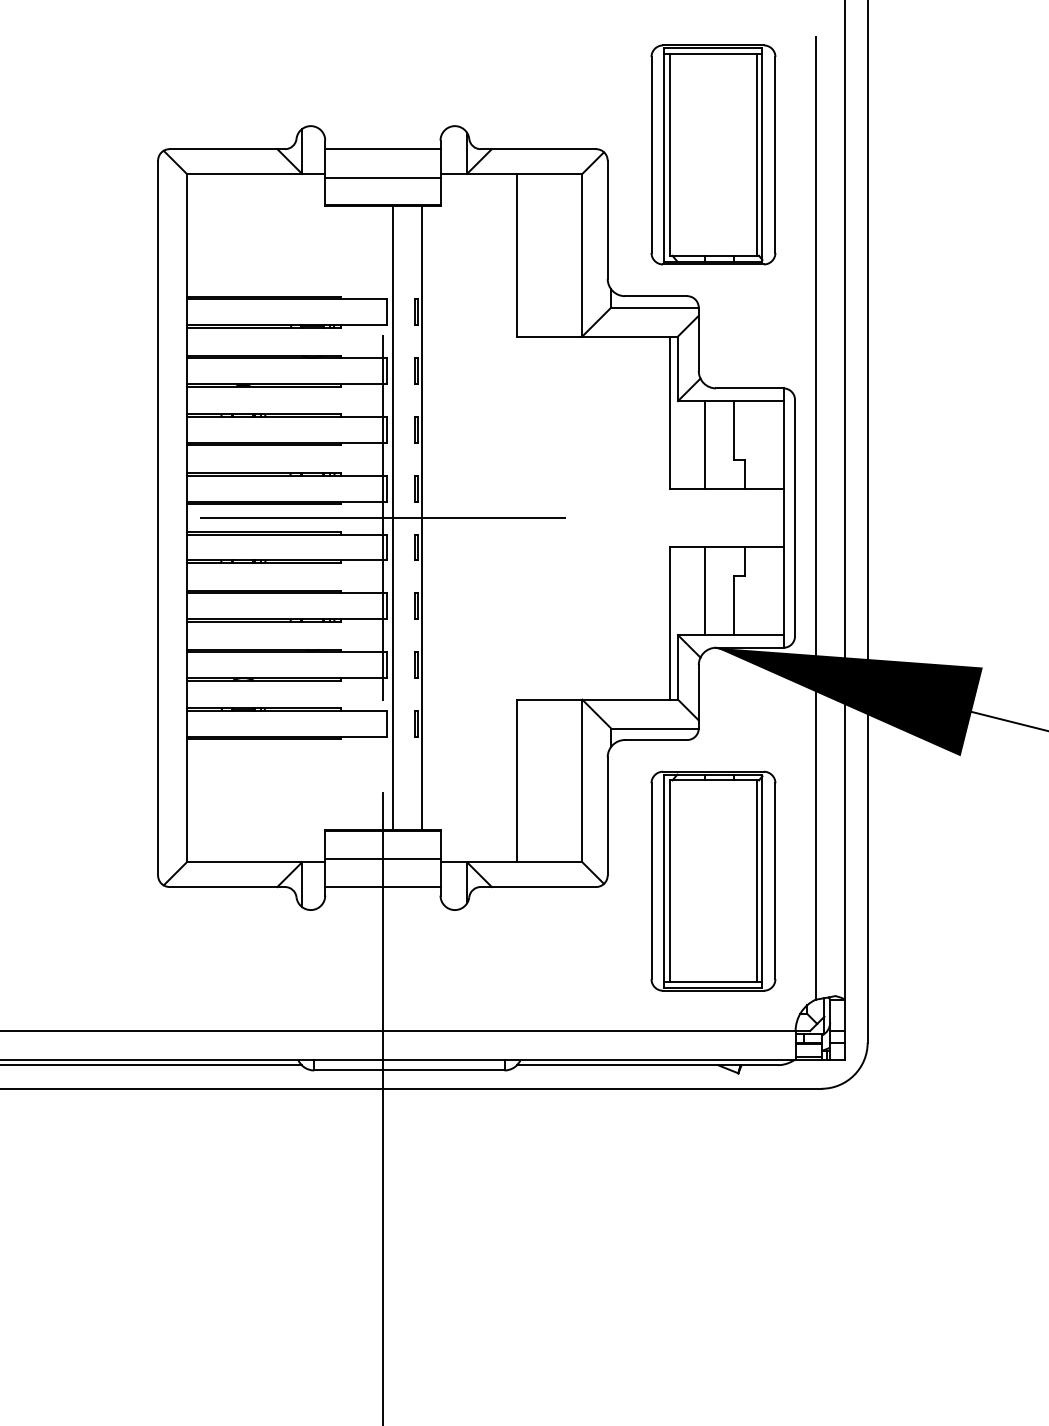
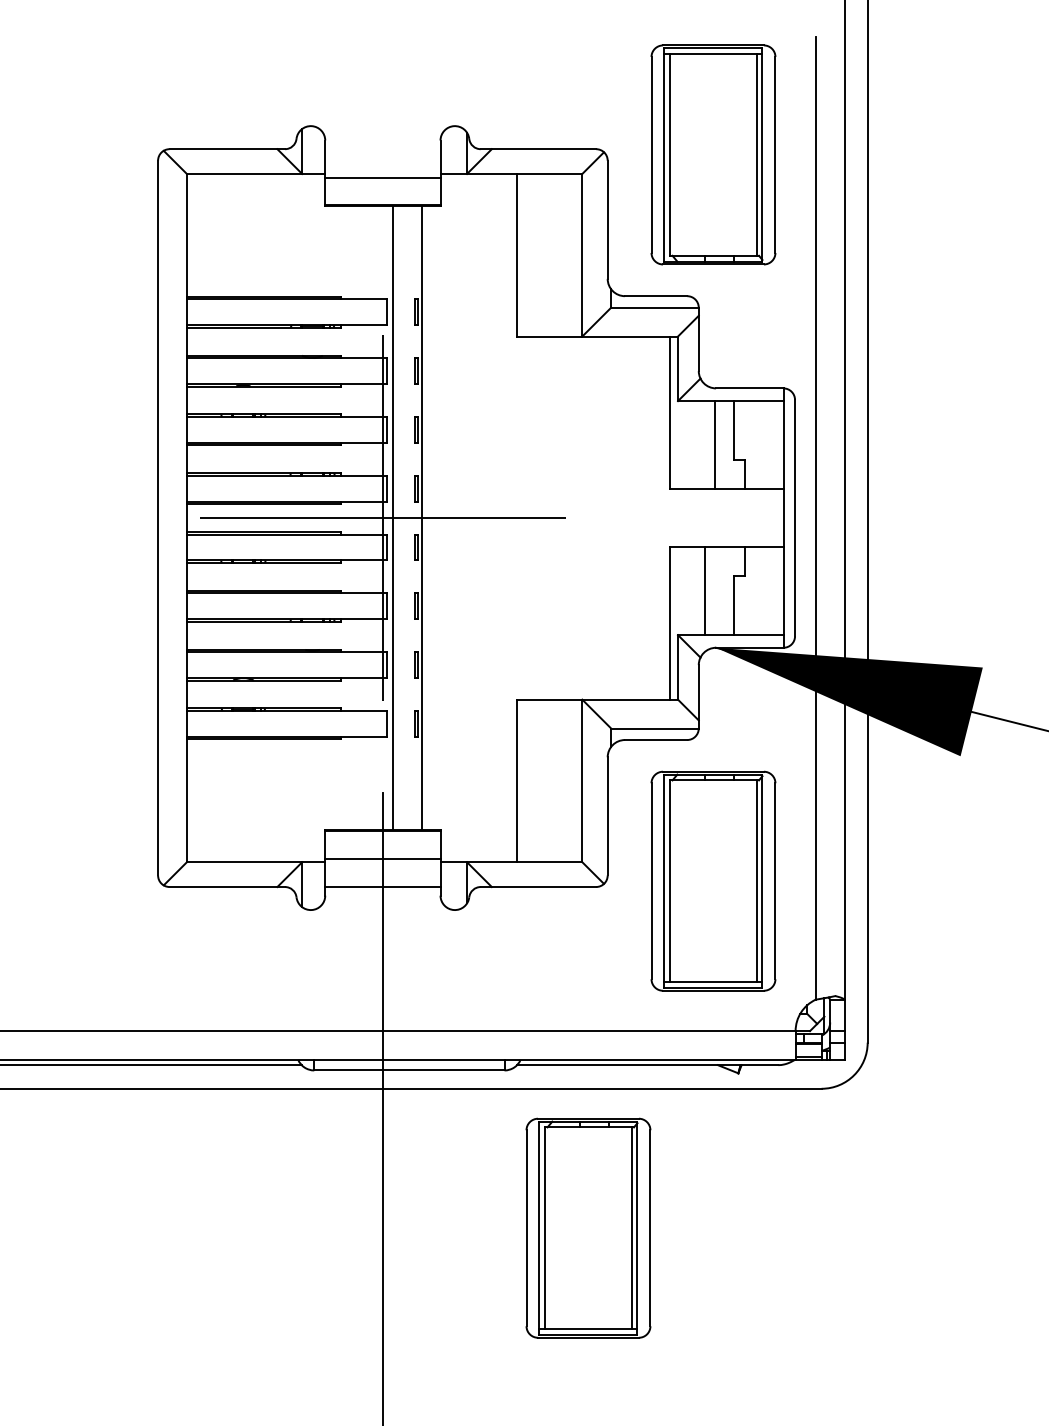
line at (382, 149): present -> none
line at (704, 445) position: (704, 445) -> (714, 445)
part at (588, 1227): none -> present
